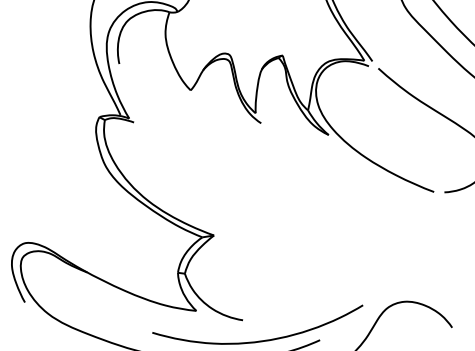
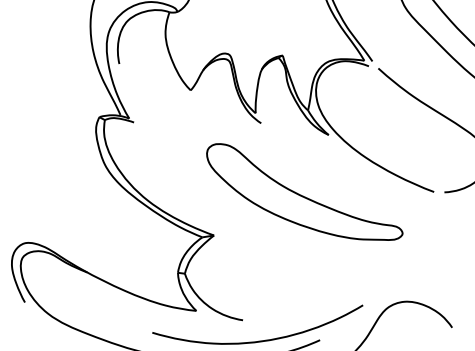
part at (304, 191): none -> present
